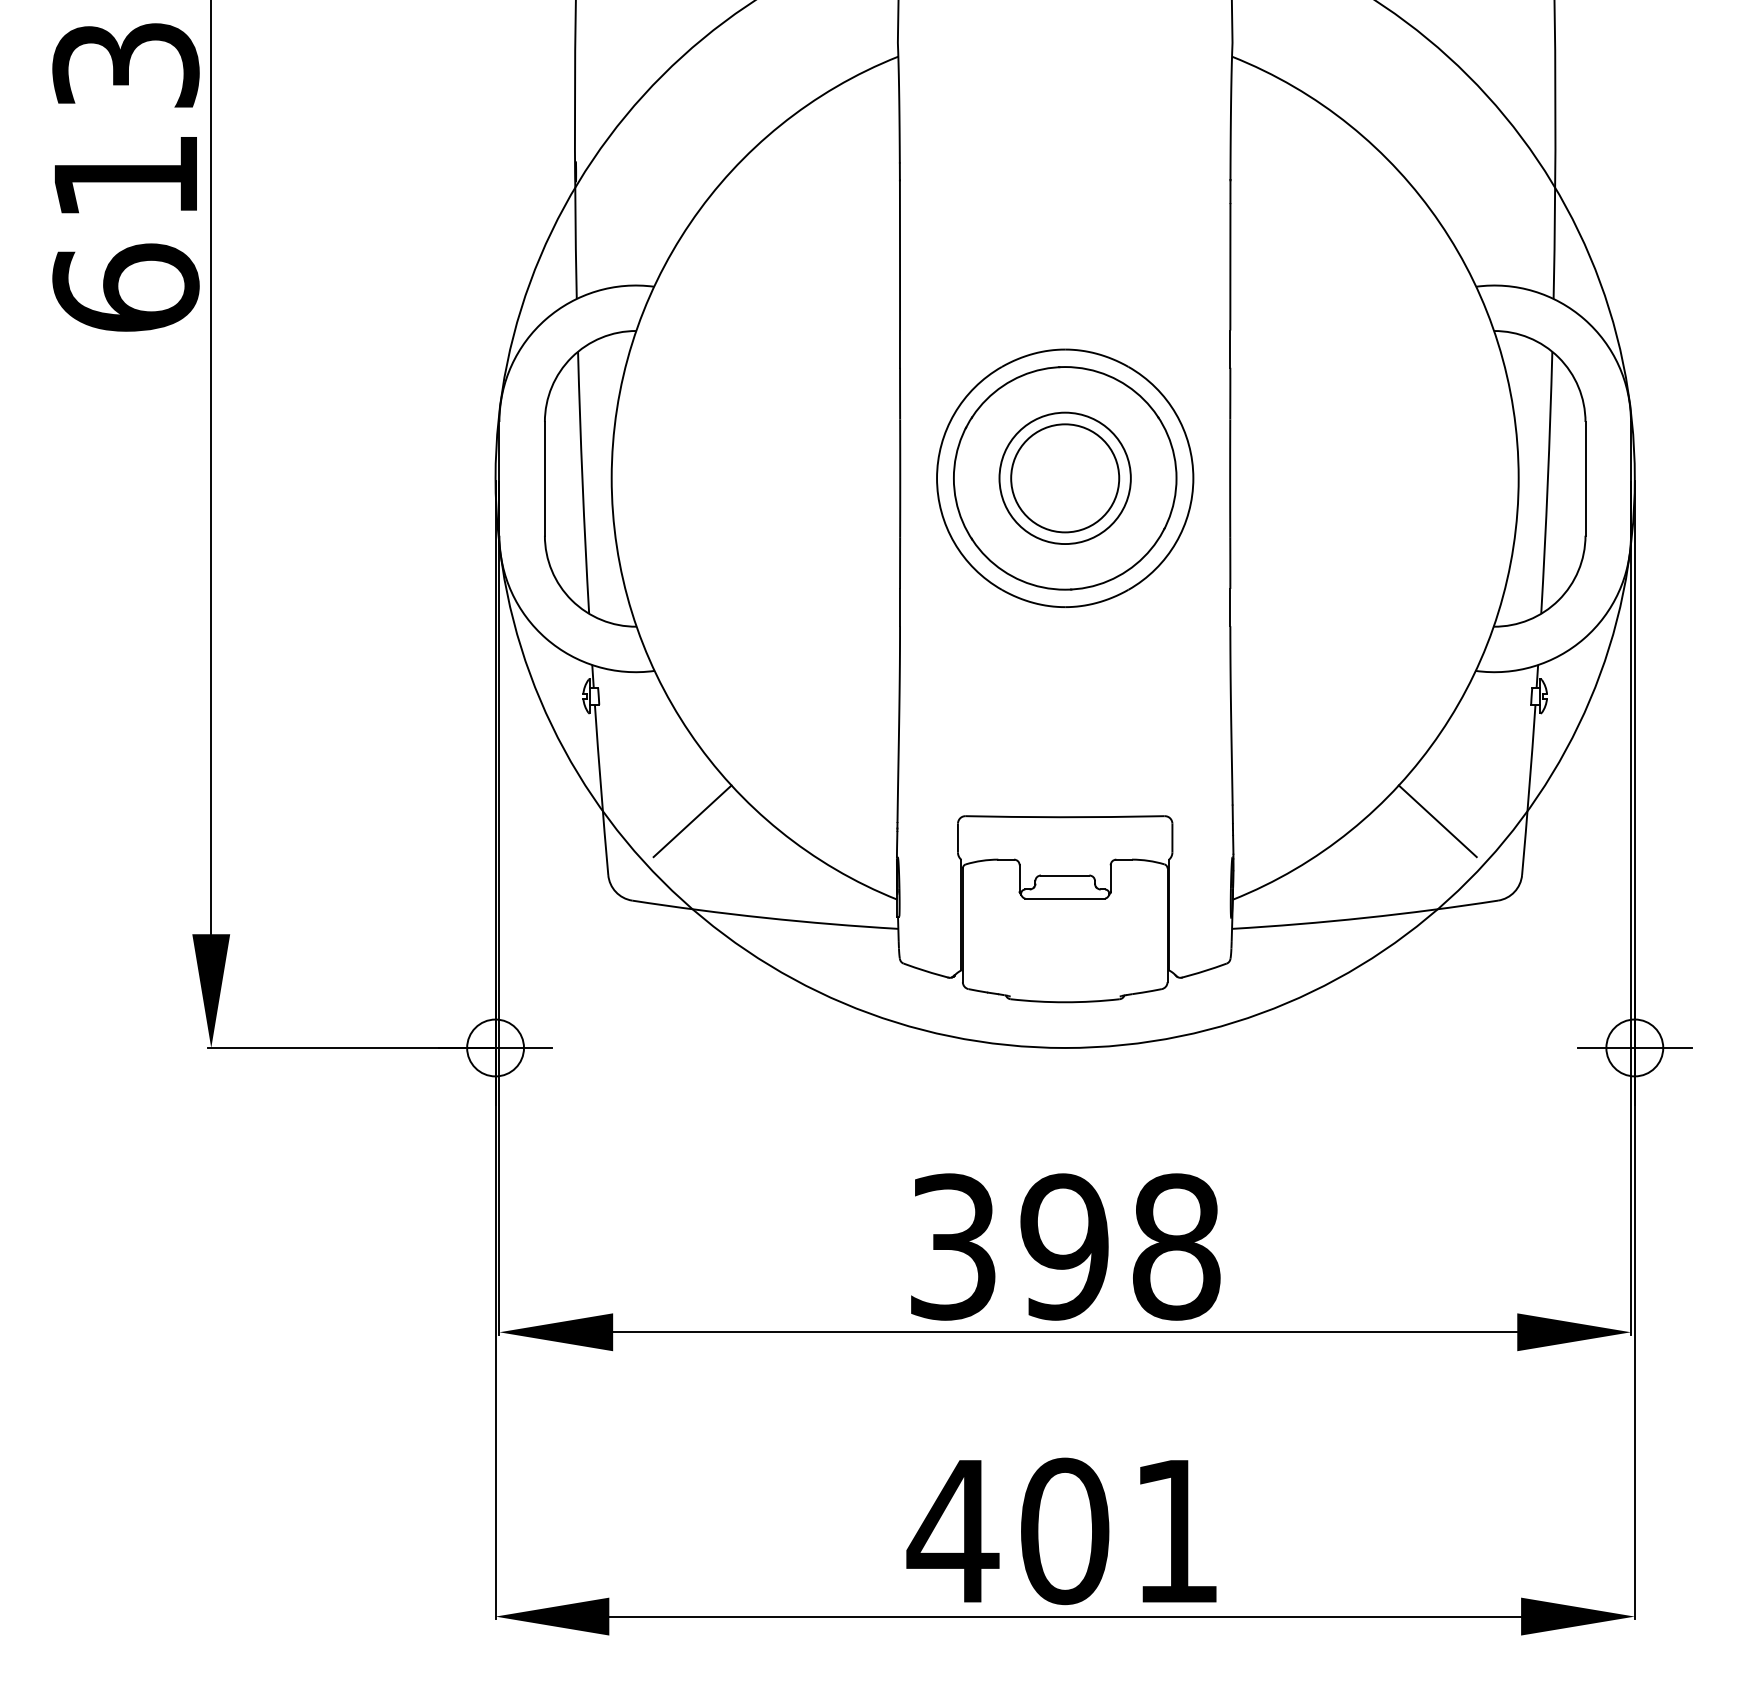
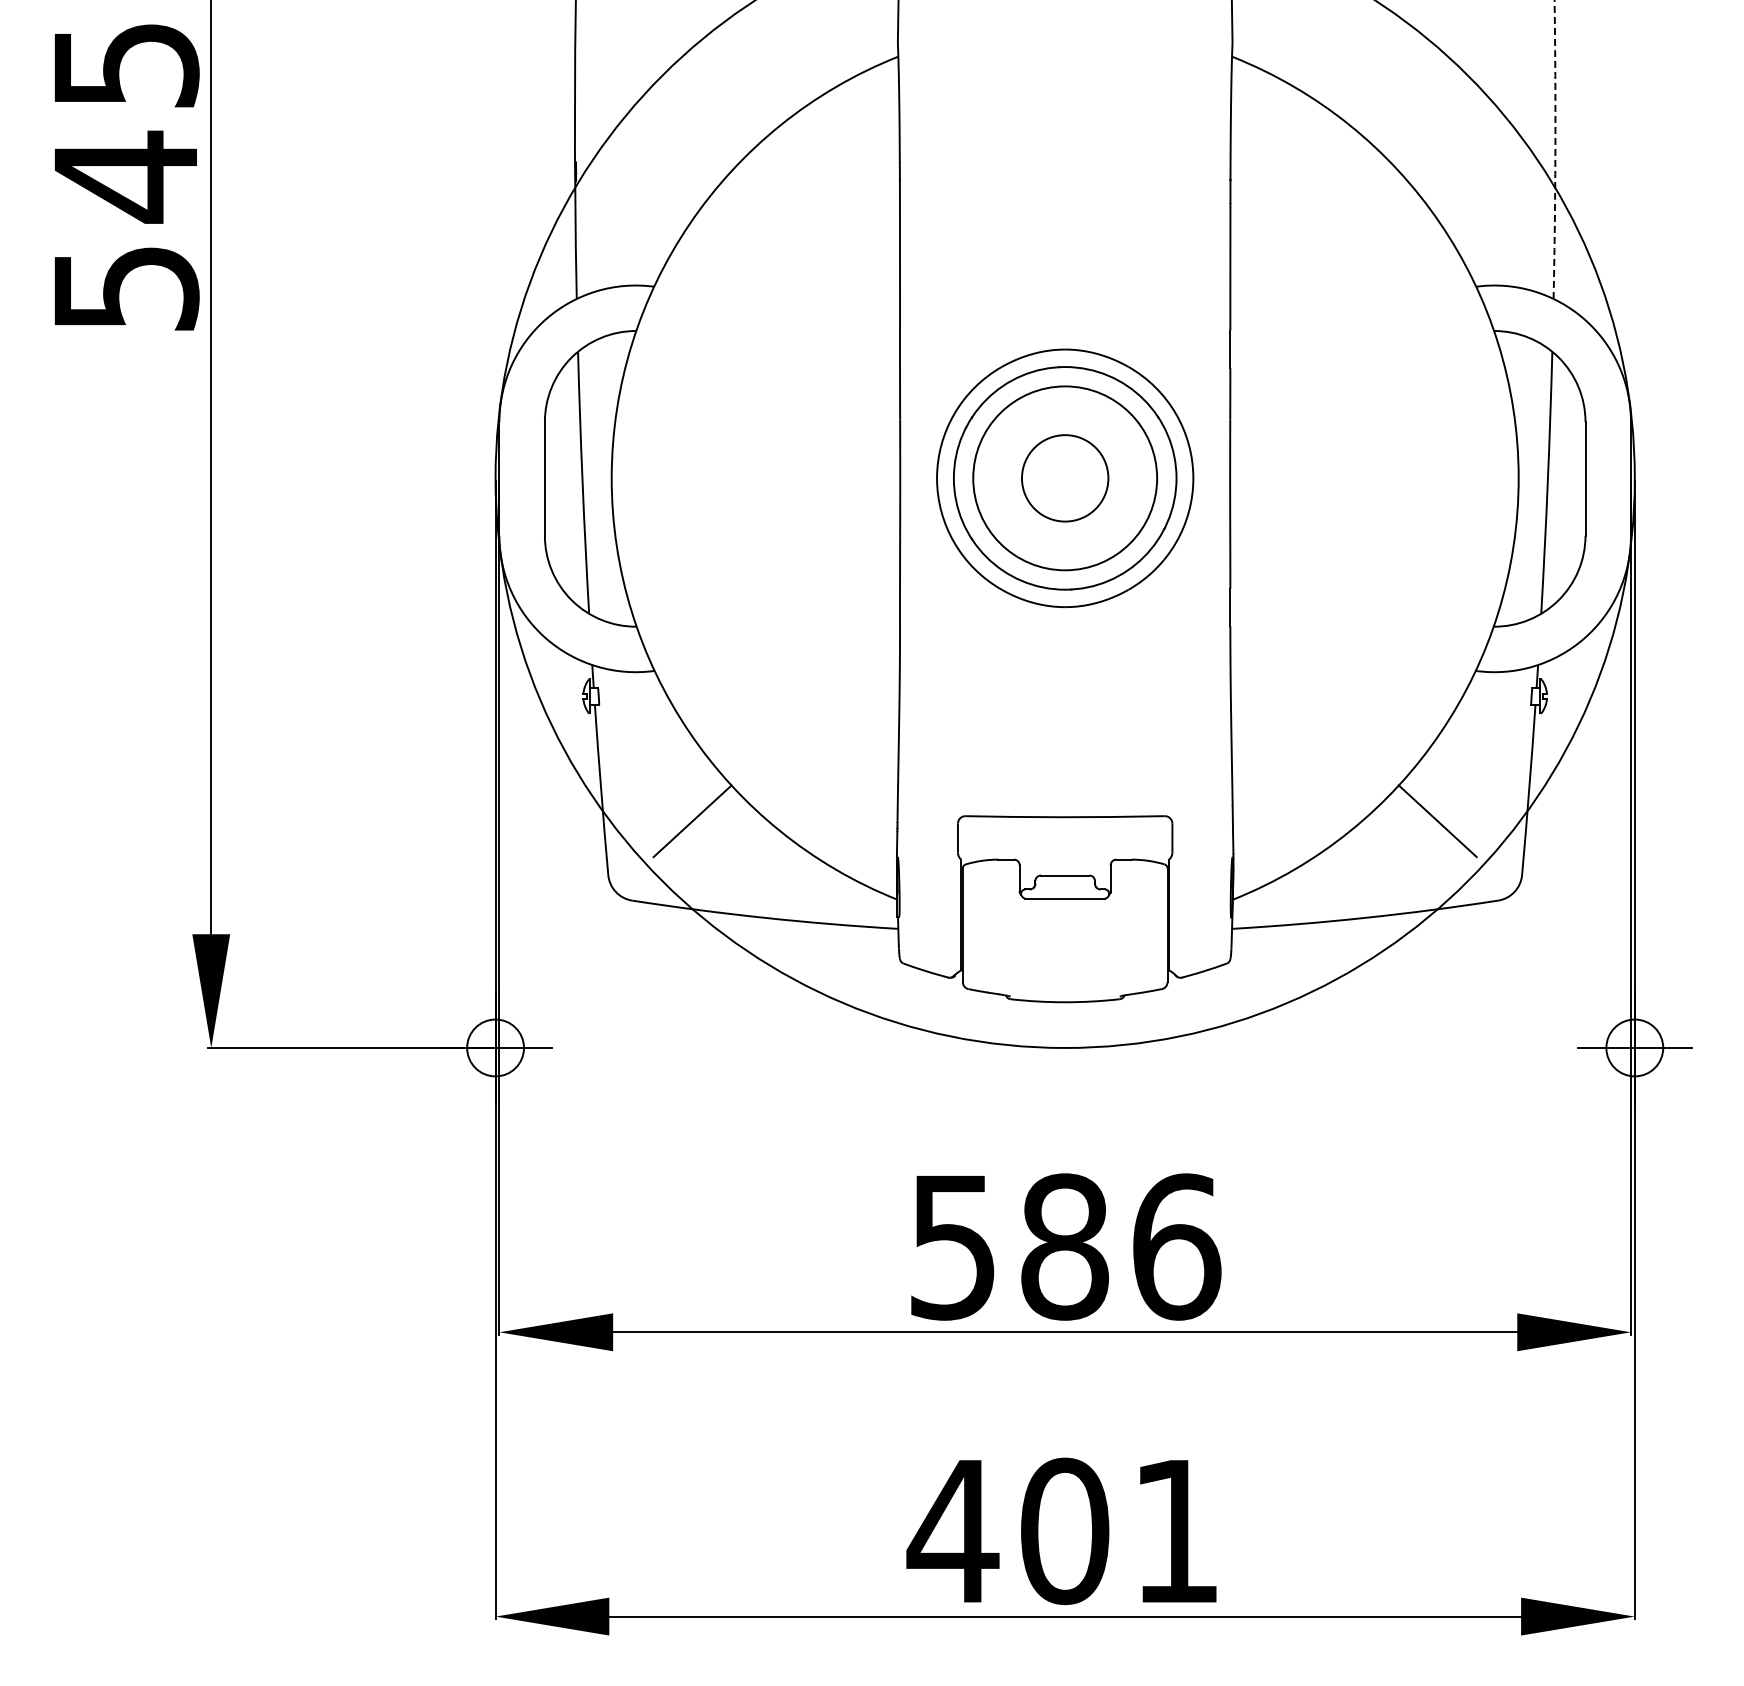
arc at (1555, 149): solid -> dashed
text at (125, 177): 613 -> 545
circle at (1064, 478) diameter: 131 px -> 184 px
circle at (1065, 478) diameter: 108 px -> 86 px
text at (1066, 1246): 398 -> 586
